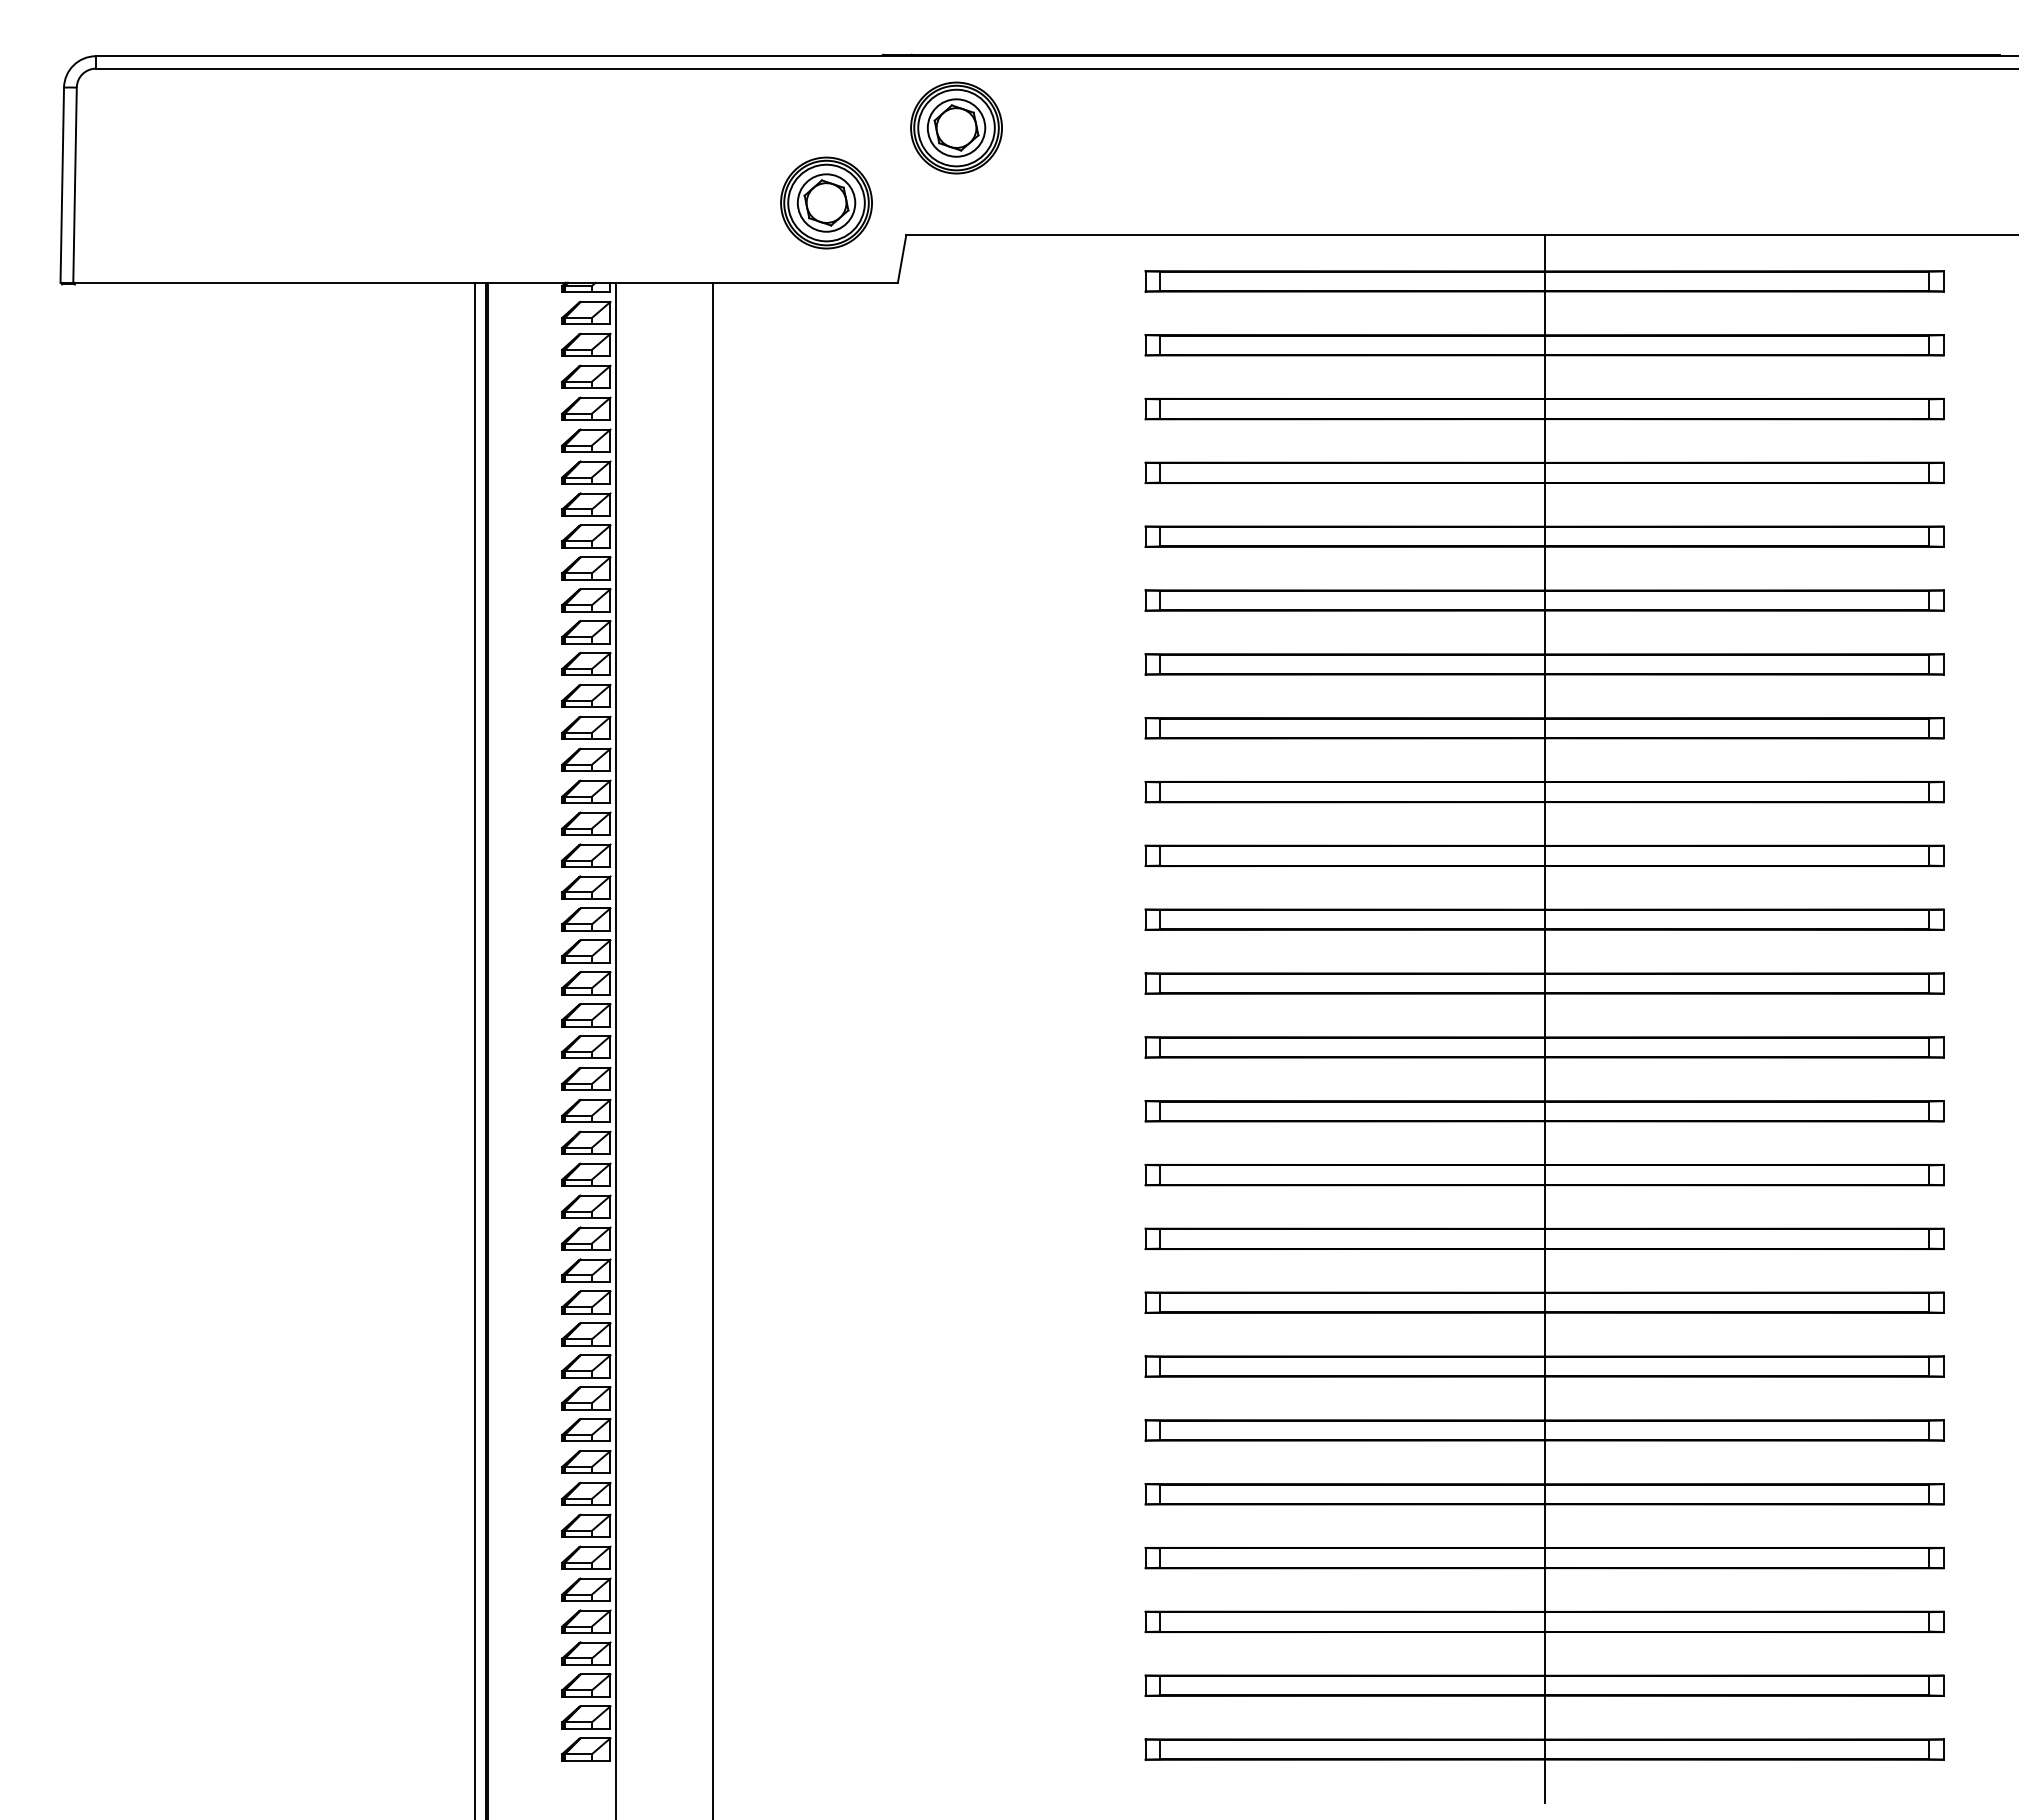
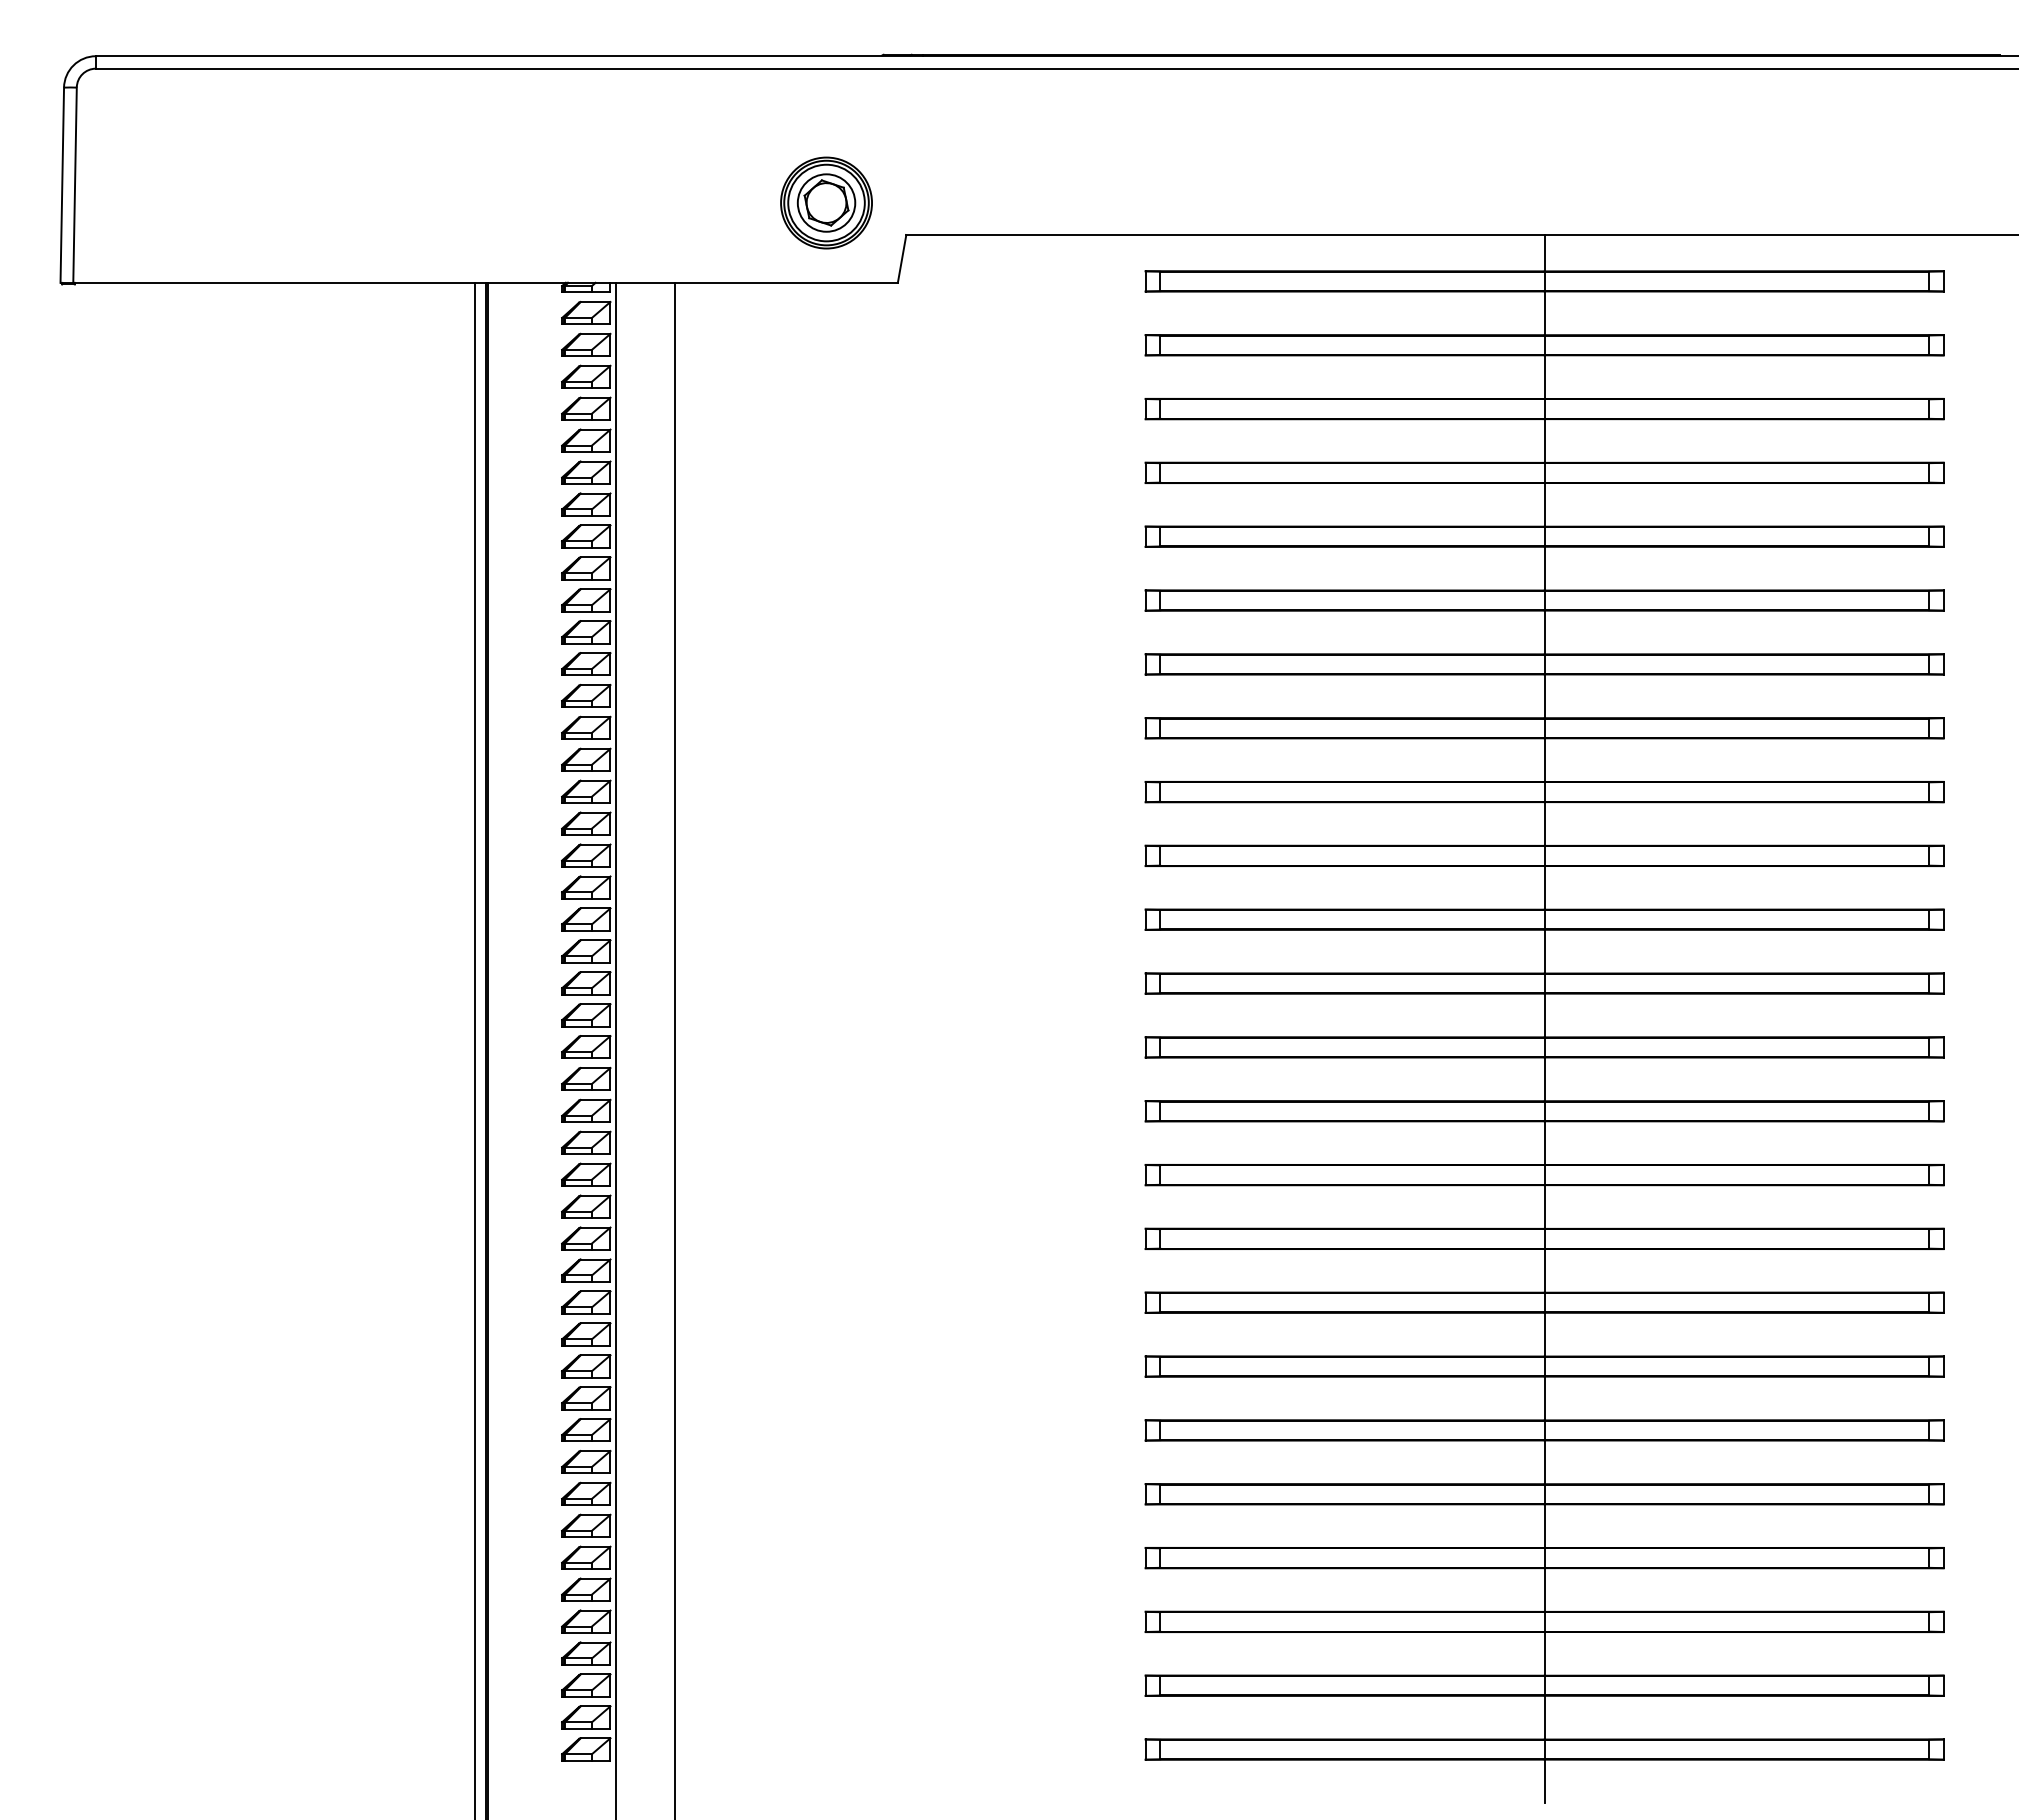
part at (956, 127): present -> none
line at (713, 1049) position: (713, 1049) -> (675, 1049)
